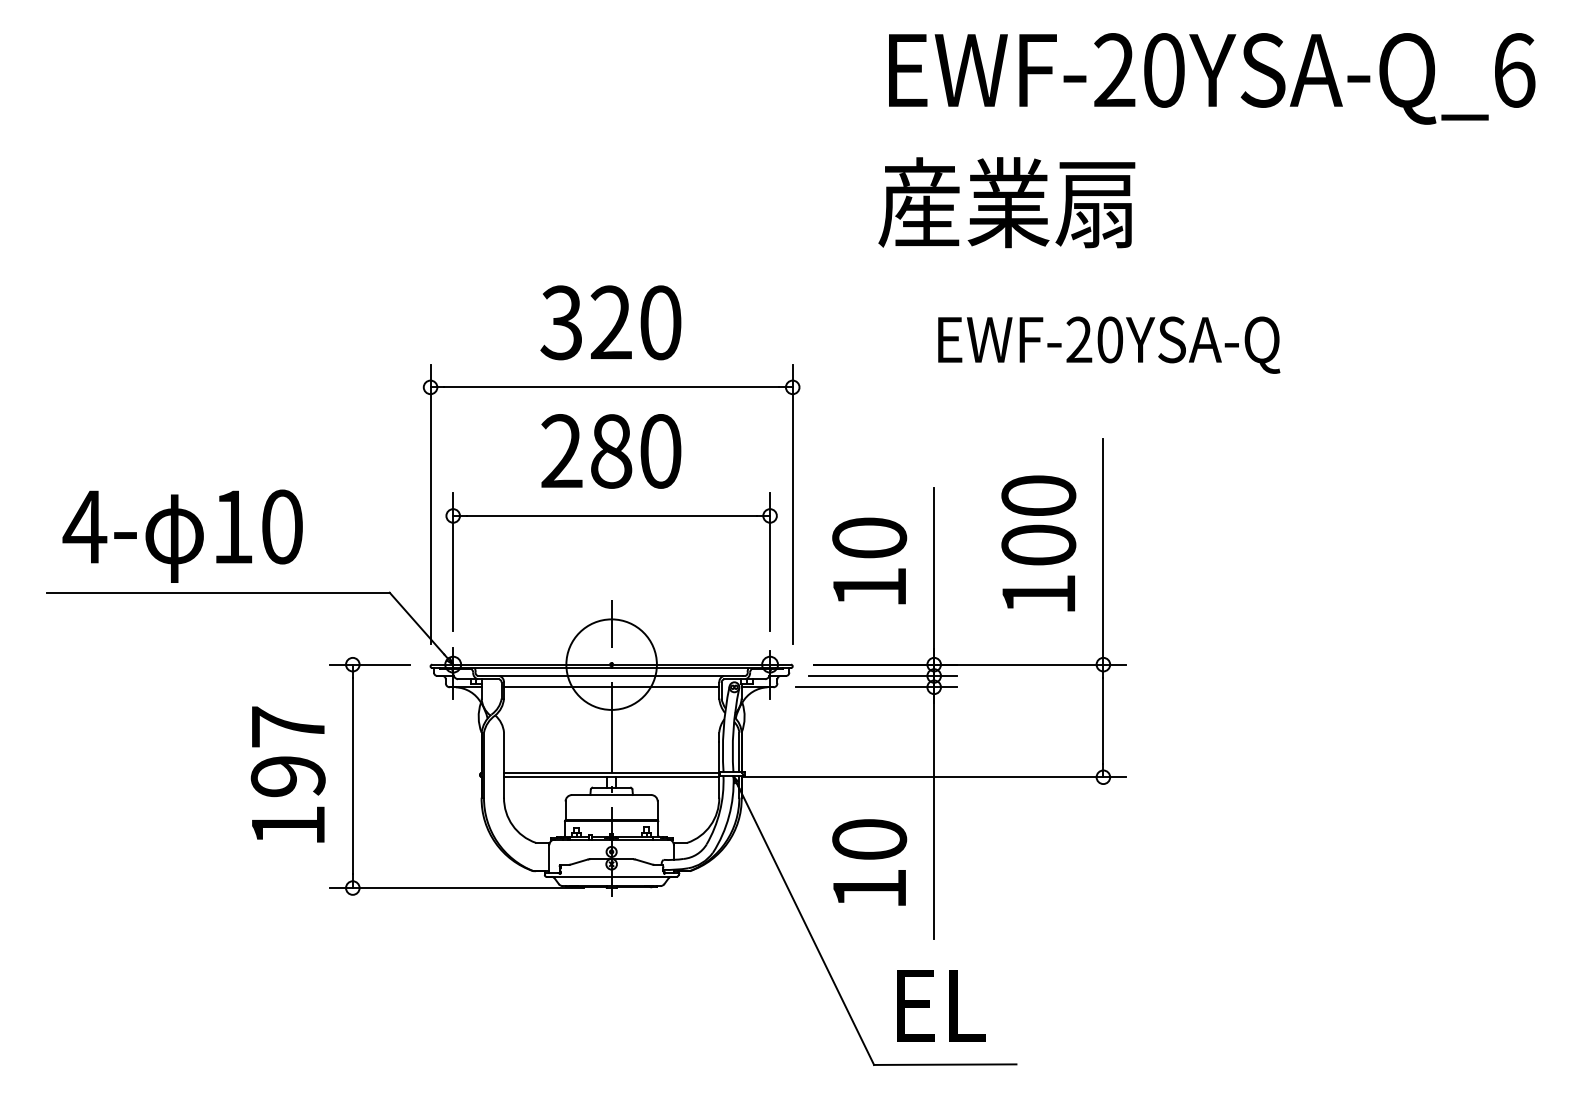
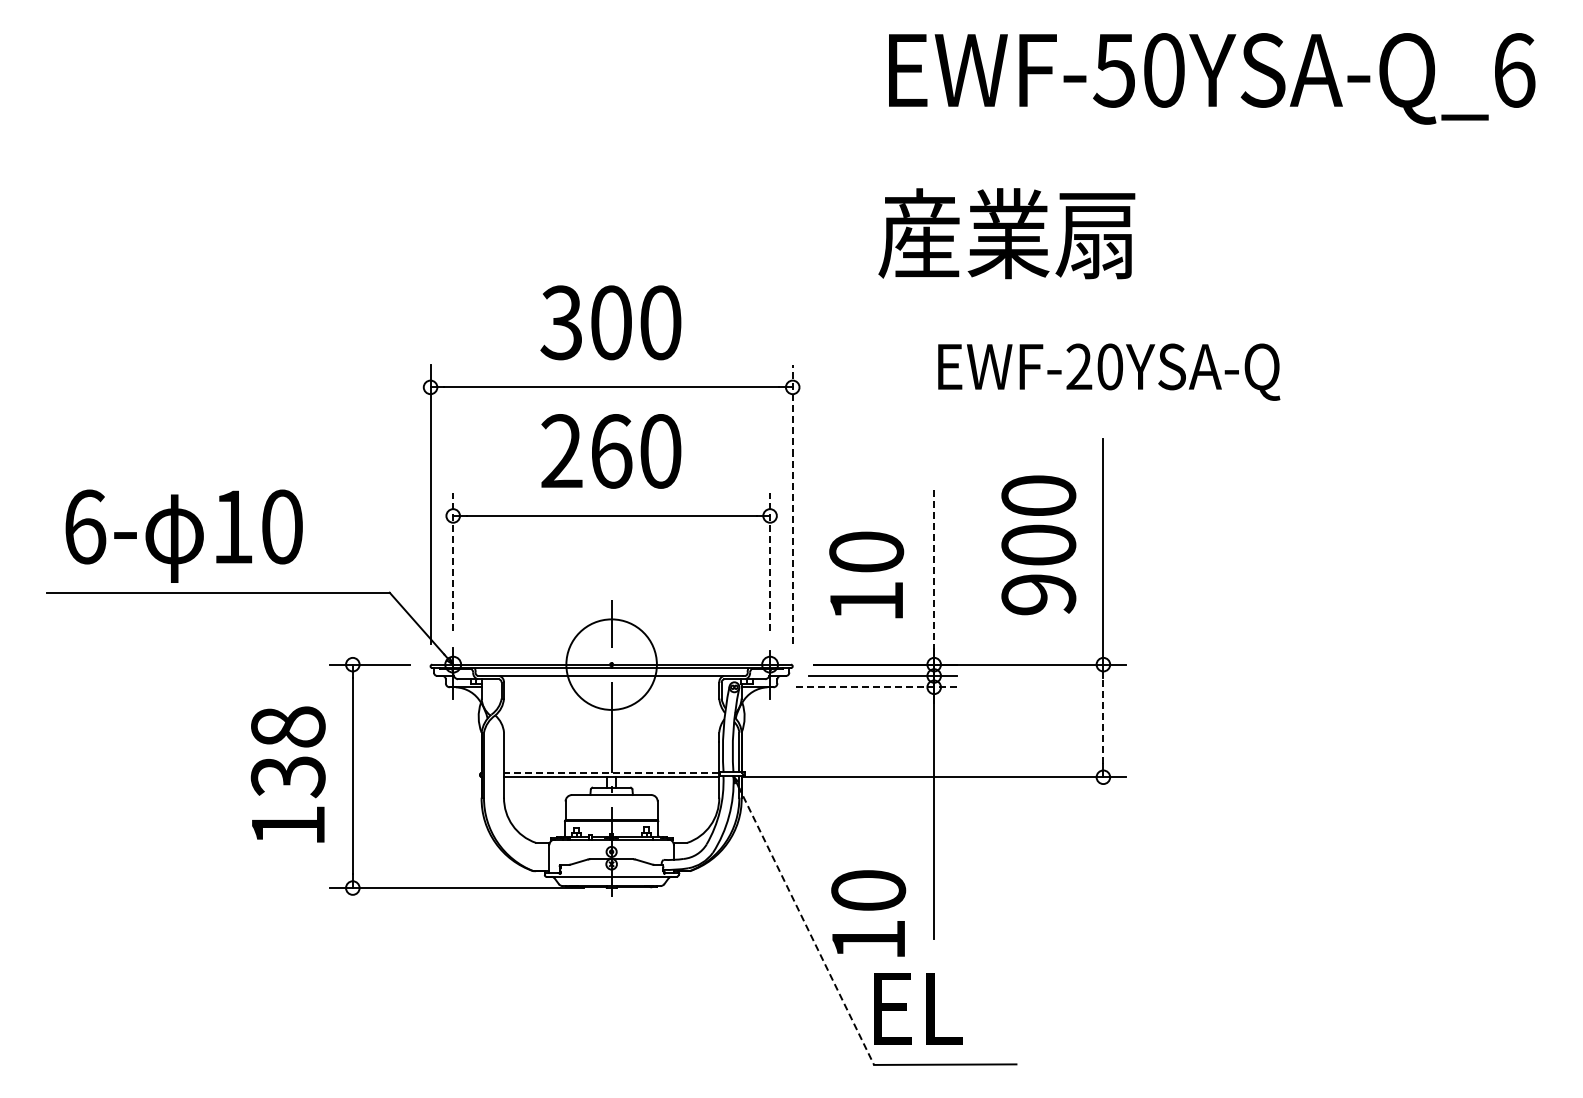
text at (1114, 70): EWF-20YSA-Q_6 -> EWF-50YSA-Q_6
text at (1006, 202) position: (1006, 202) -> (1006, 233)
text at (610, 322): 320 -> 300
text at (1109, 344) position: (1109, 344) -> (1109, 371)
text at (611, 451): 280 -> 260
line at (792, 503): solid -> dashed
text at (84, 526): 4- -> 6-
text at (869, 560) position: (869, 560) -> (866, 574)
line at (453, 562): solid -> dashed
line at (770, 562): solid -> dashed
line at (934, 569): solid -> dashed
text at (1038, 594): 100 -> 900
line at (611, 687): present -> none
line at (876, 687): solid -> dashed
line at (1103, 720): solid -> dashed
text at (288, 752): 197 -> 138
line at (611, 772): solid -> dashed
text at (869, 862) position: (869, 862) -> (868, 913)
line at (804, 921): solid -> dashed
text at (941, 1005) position: (941, 1005) -> (918, 1008)
